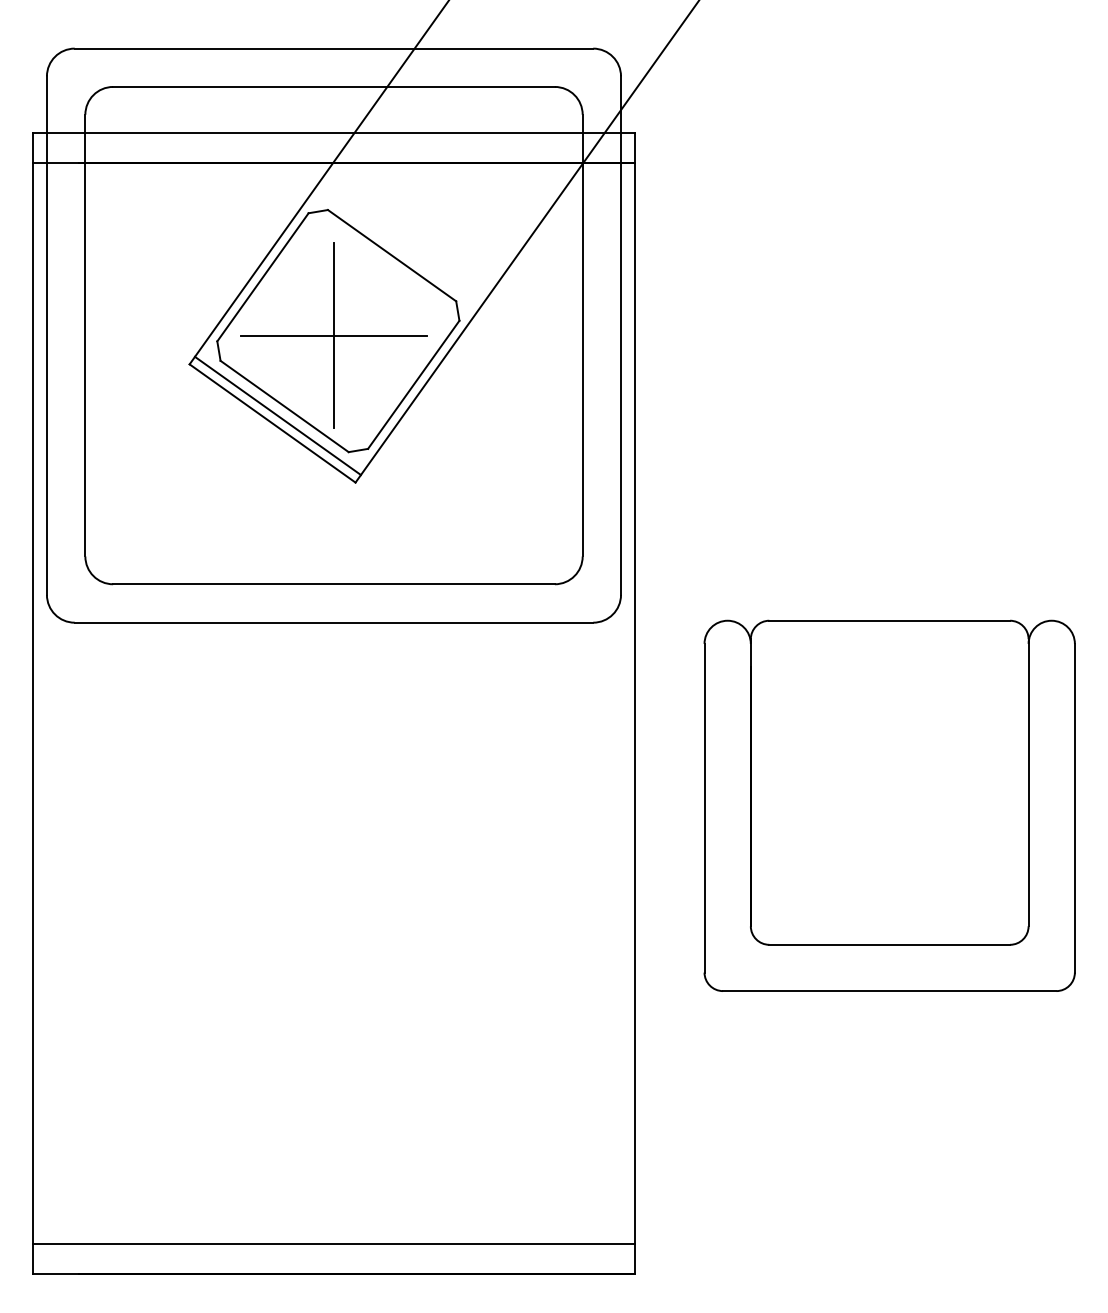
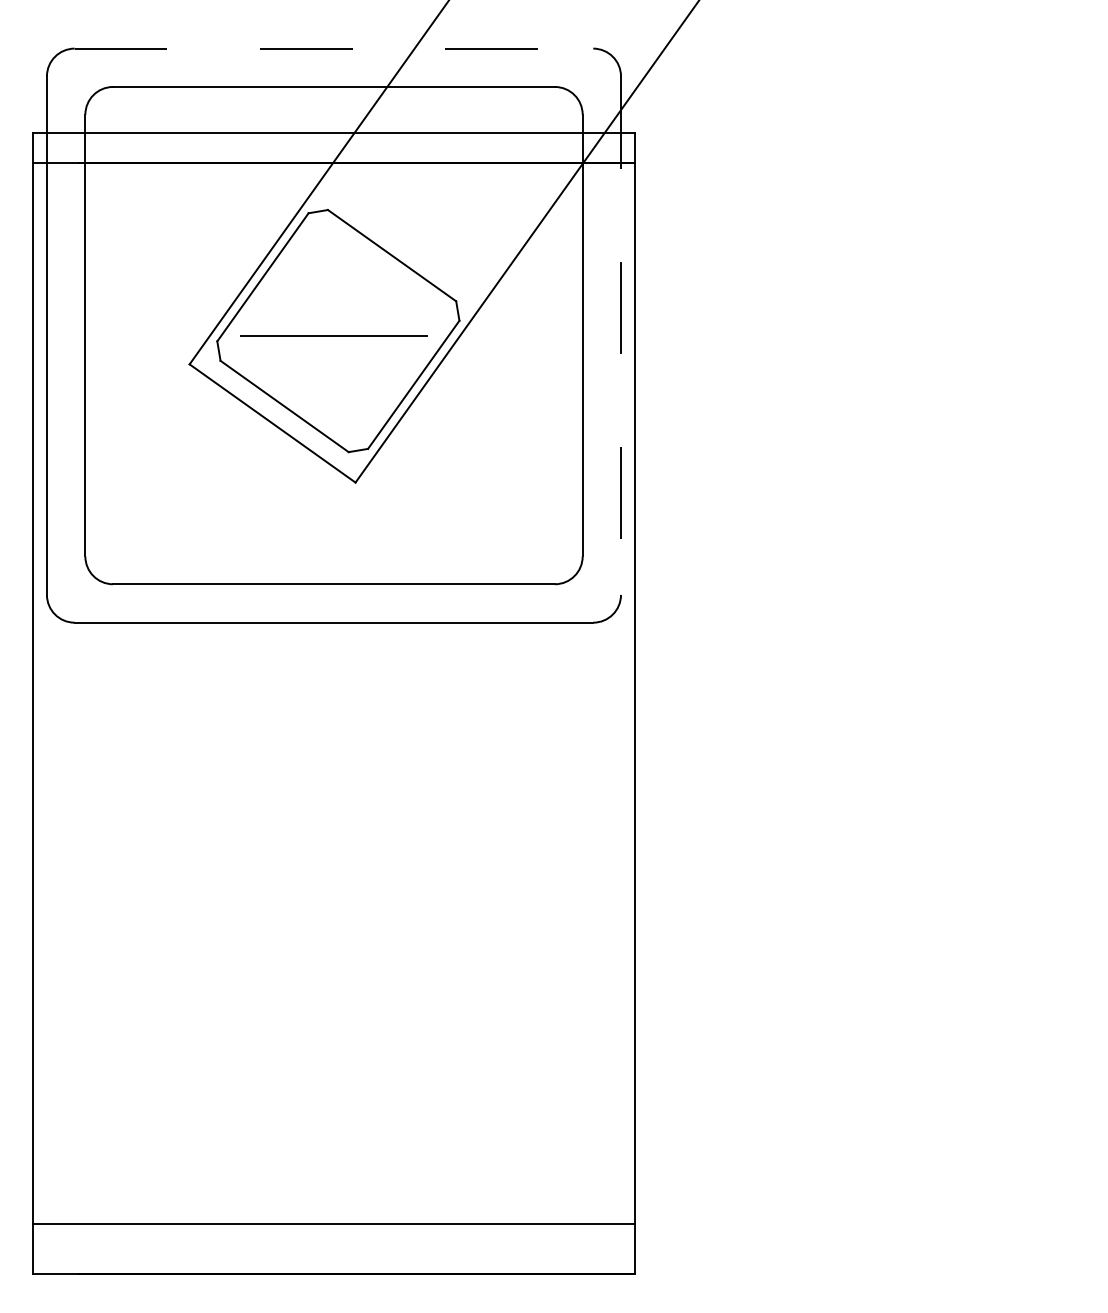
line at (334, 48): solid -> dashed
line at (333, 335): present -> none
line at (621, 336): solid -> dashed
line at (277, 415): present -> none
part at (889, 805): present -> none
line at (333, 1243) position: (333, 1243) -> (333, 1223)
